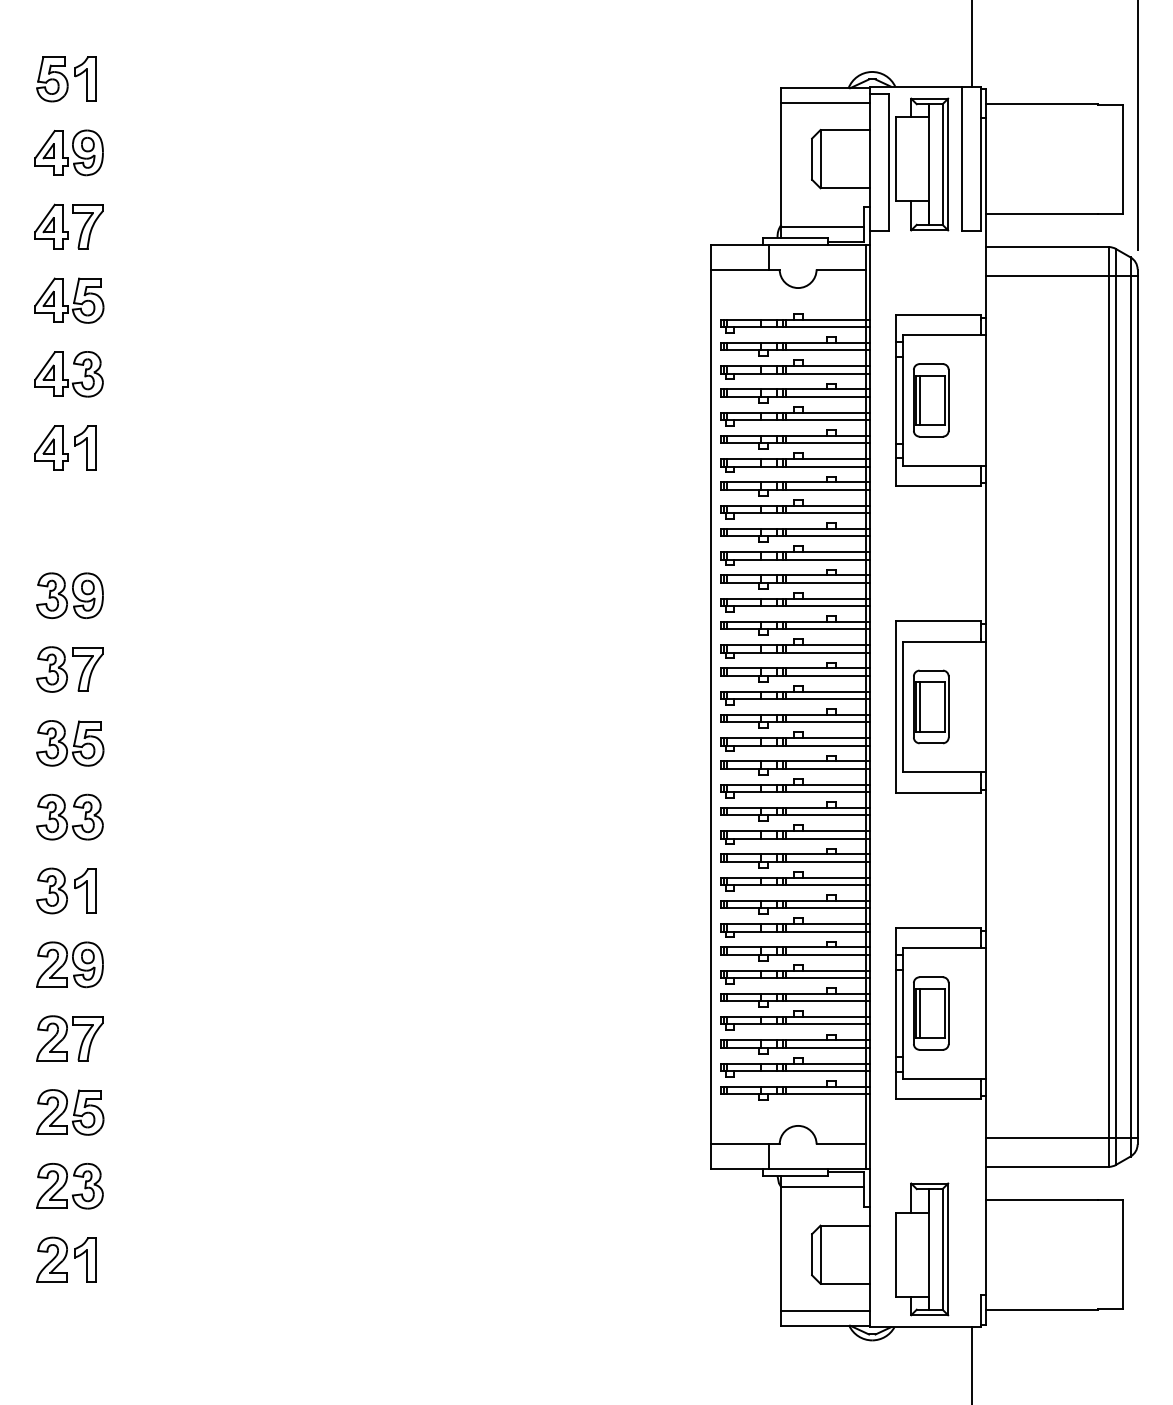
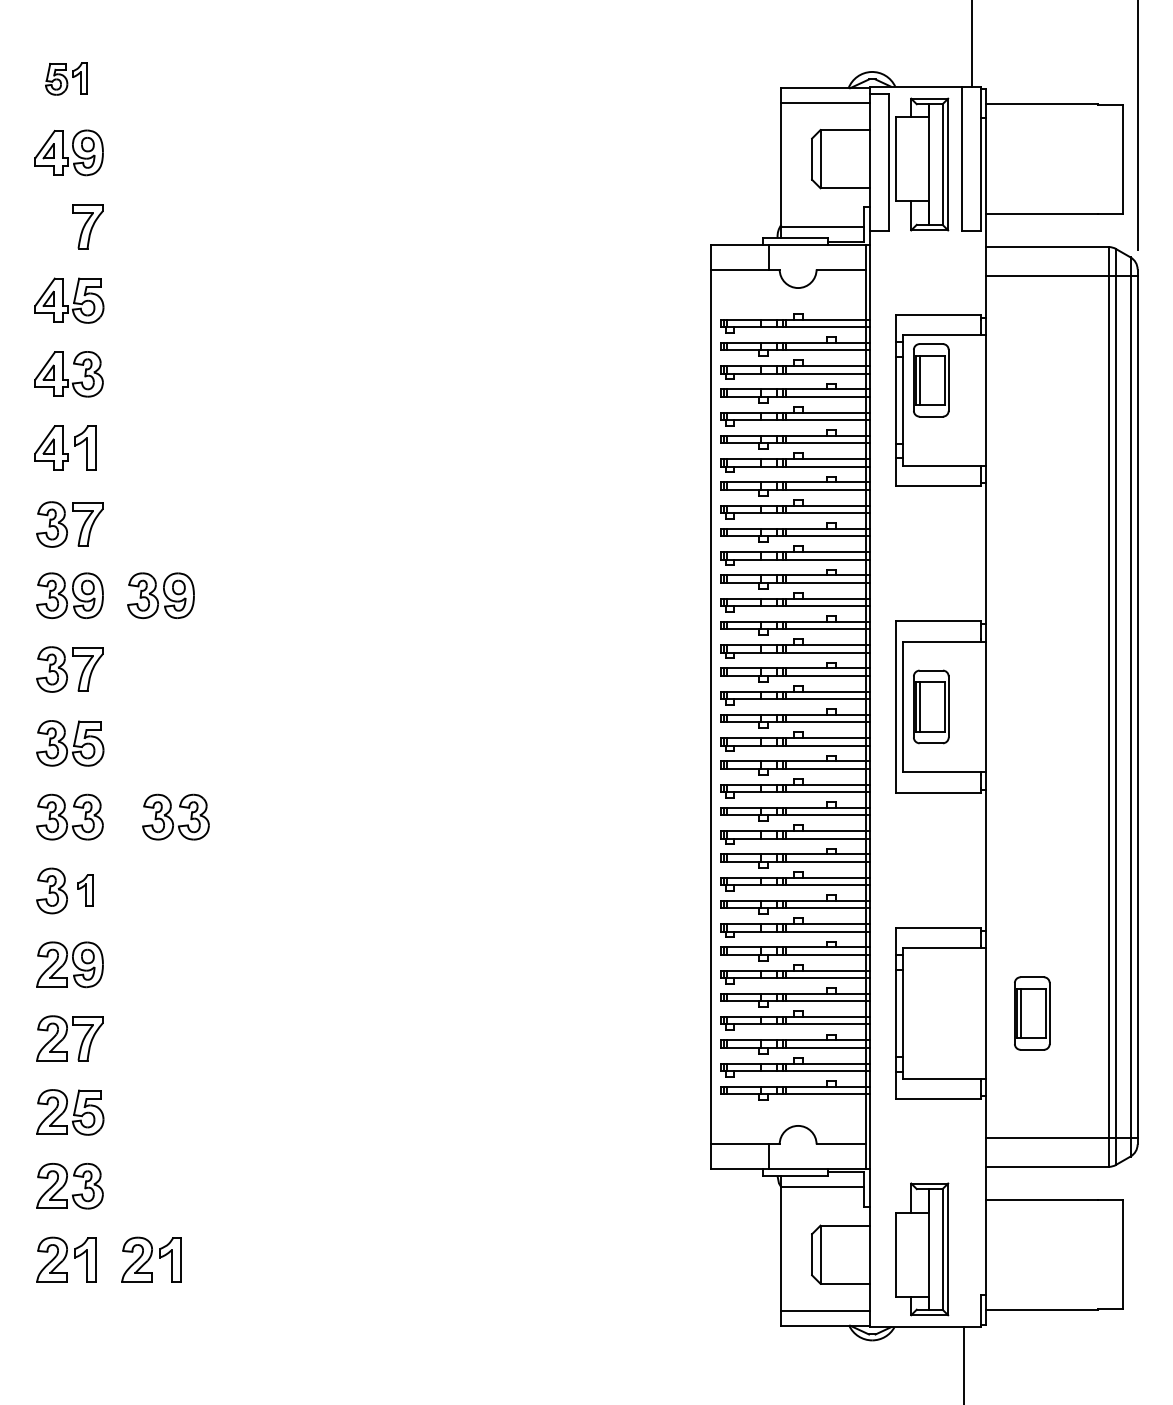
part at (66, 79) size: 61x47 px -> 43x34 px
part at (51, 226): present -> none
part at (931, 400) position: (931, 400) -> (931, 380)
part at (69, 524): none -> present
part at (160, 595): none -> present
part at (175, 816): none -> present
part at (85, 890) size: 23x46 px -> 17x33 px
part at (931, 1013) position: (931, 1013) -> (1032, 1013)
part at (151, 1259): none -> present
line at (971, 1364) position: (971, 1364) -> (963, 1364)
